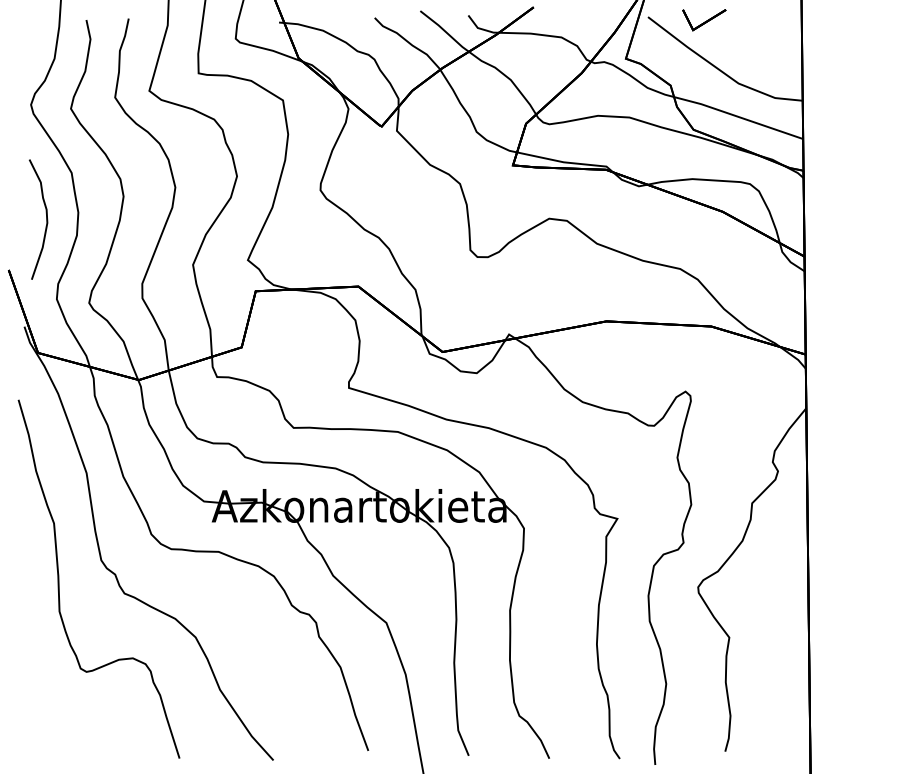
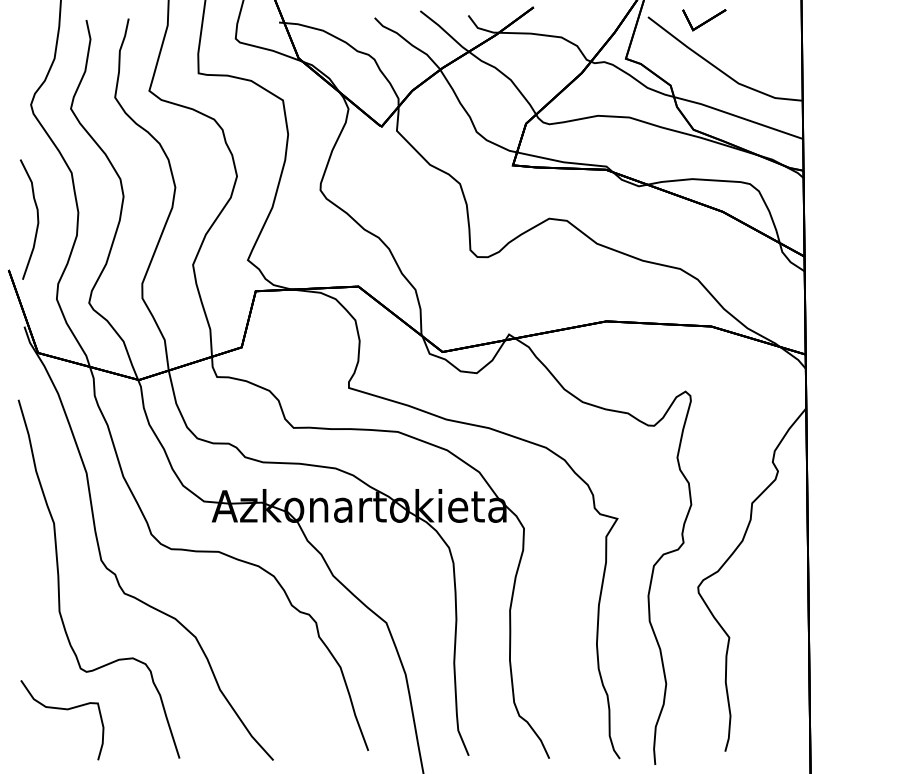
curve at (46, 219) position: (46, 219) -> (37, 219)
curve at (65, 710): none -> present
